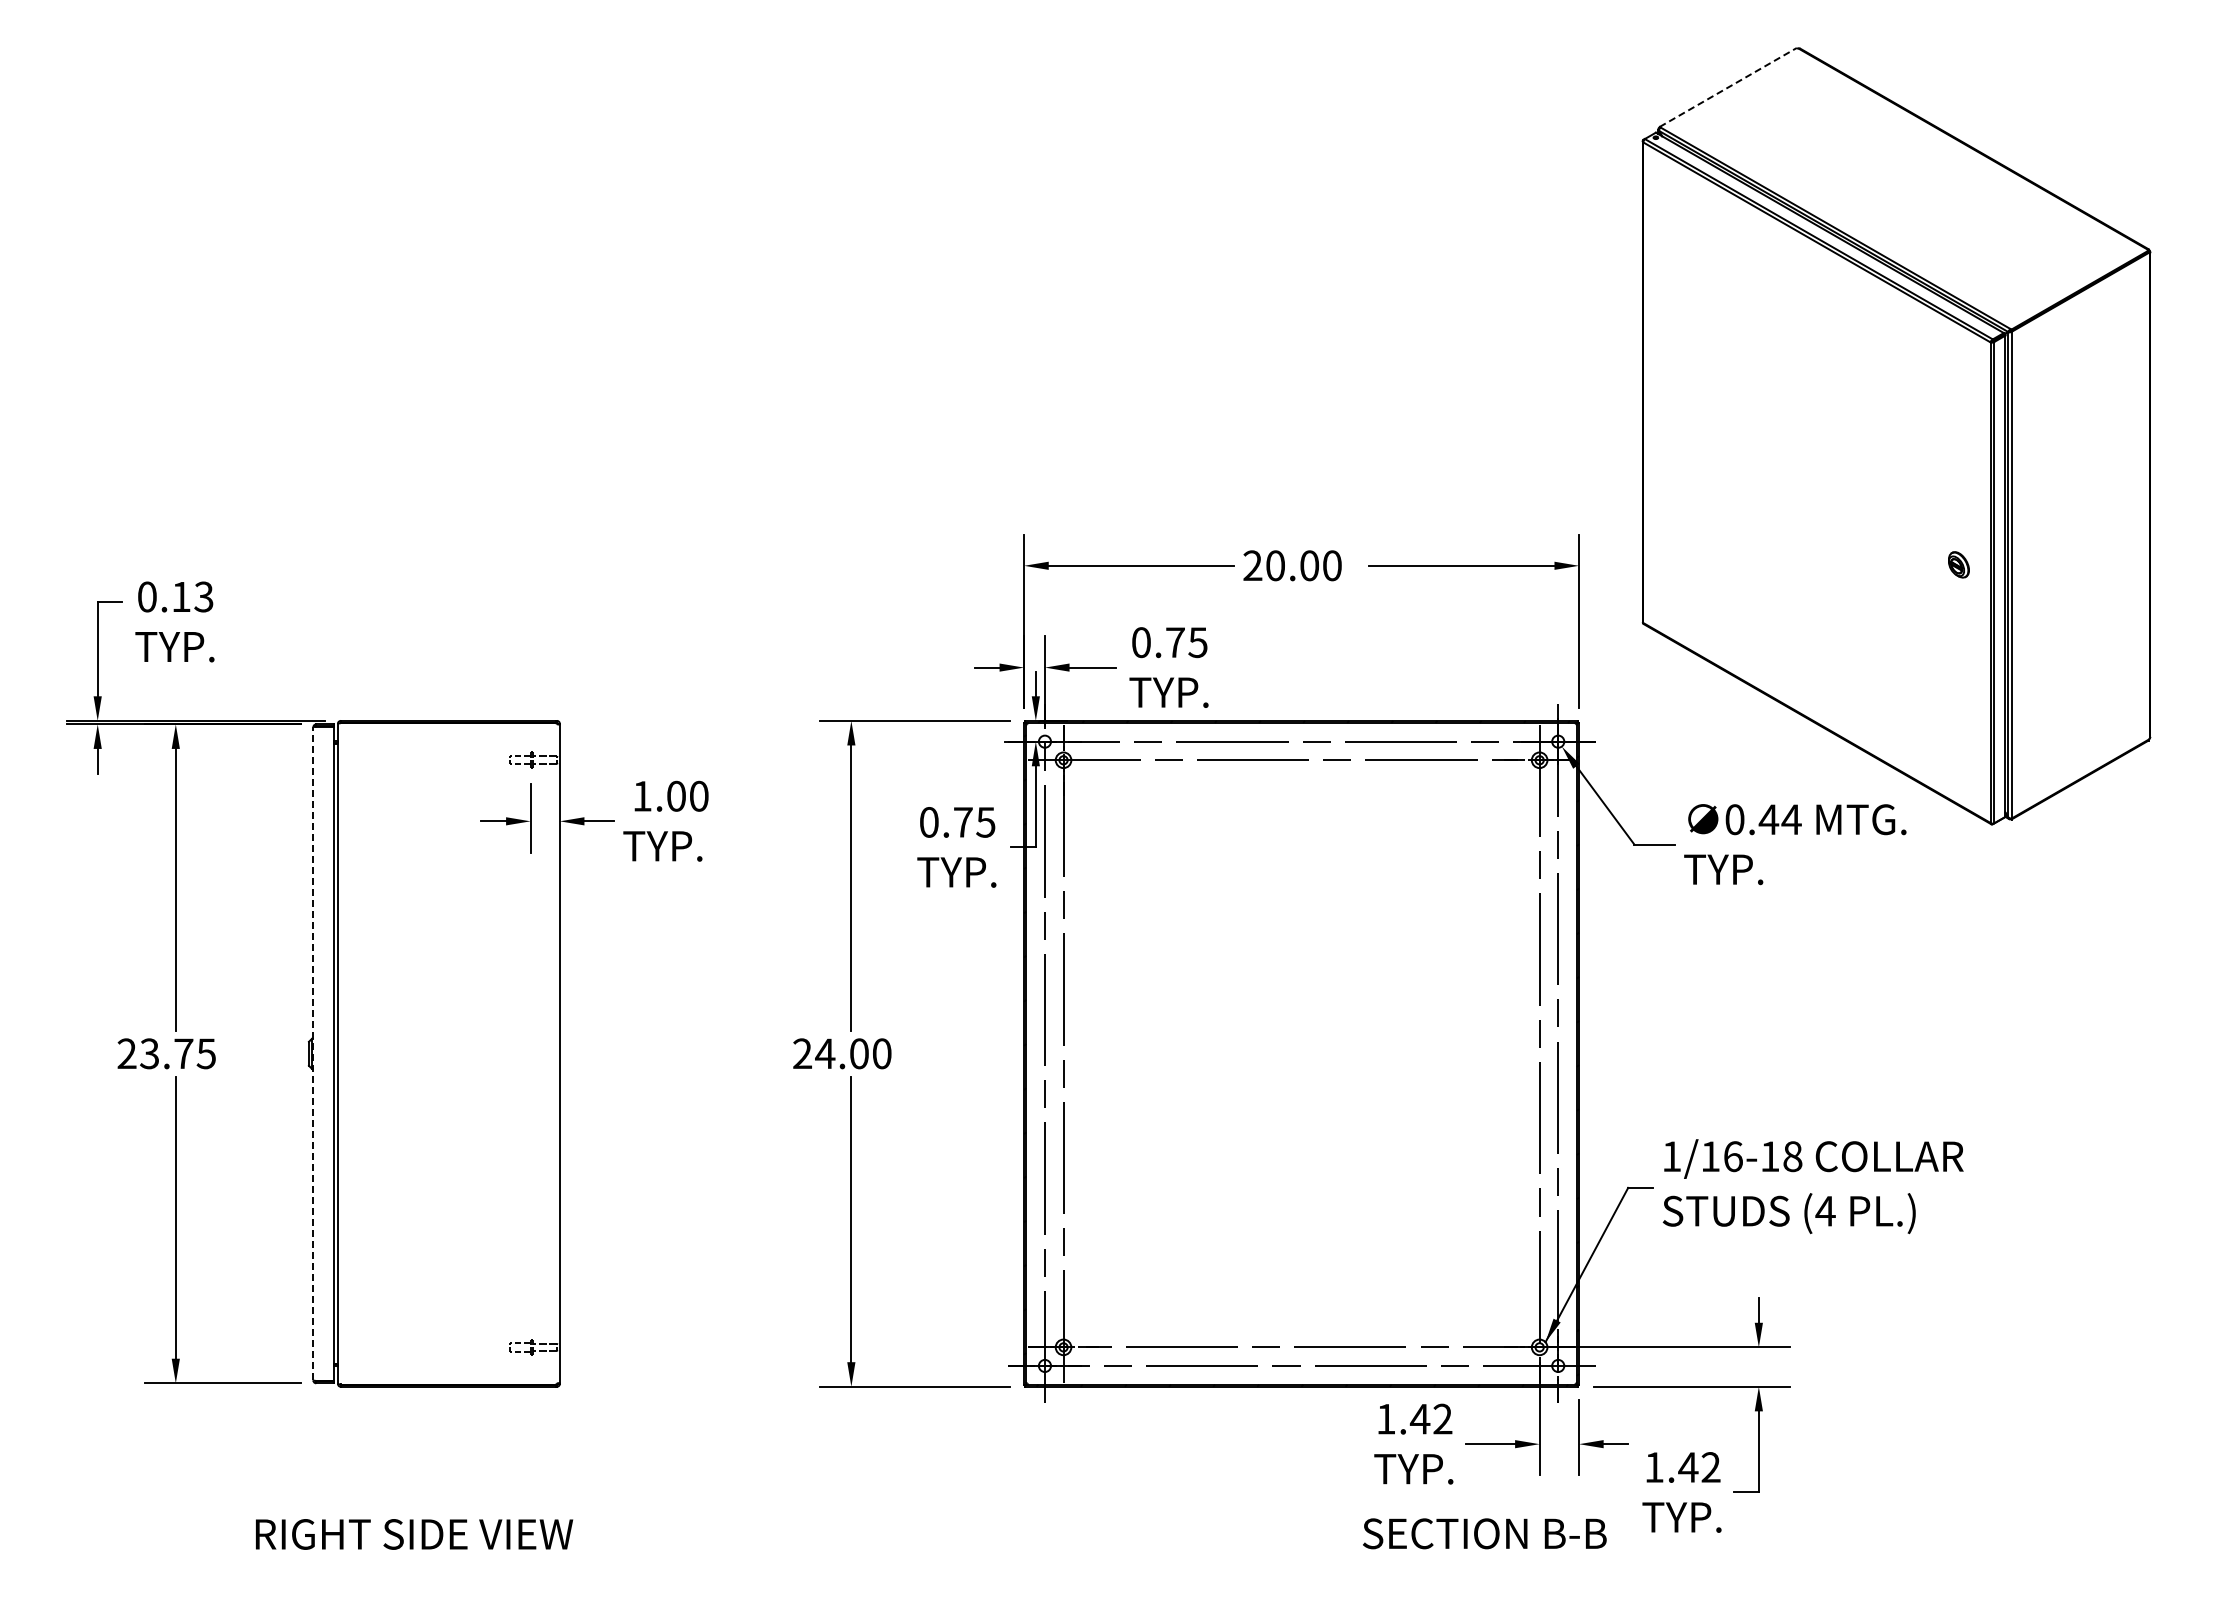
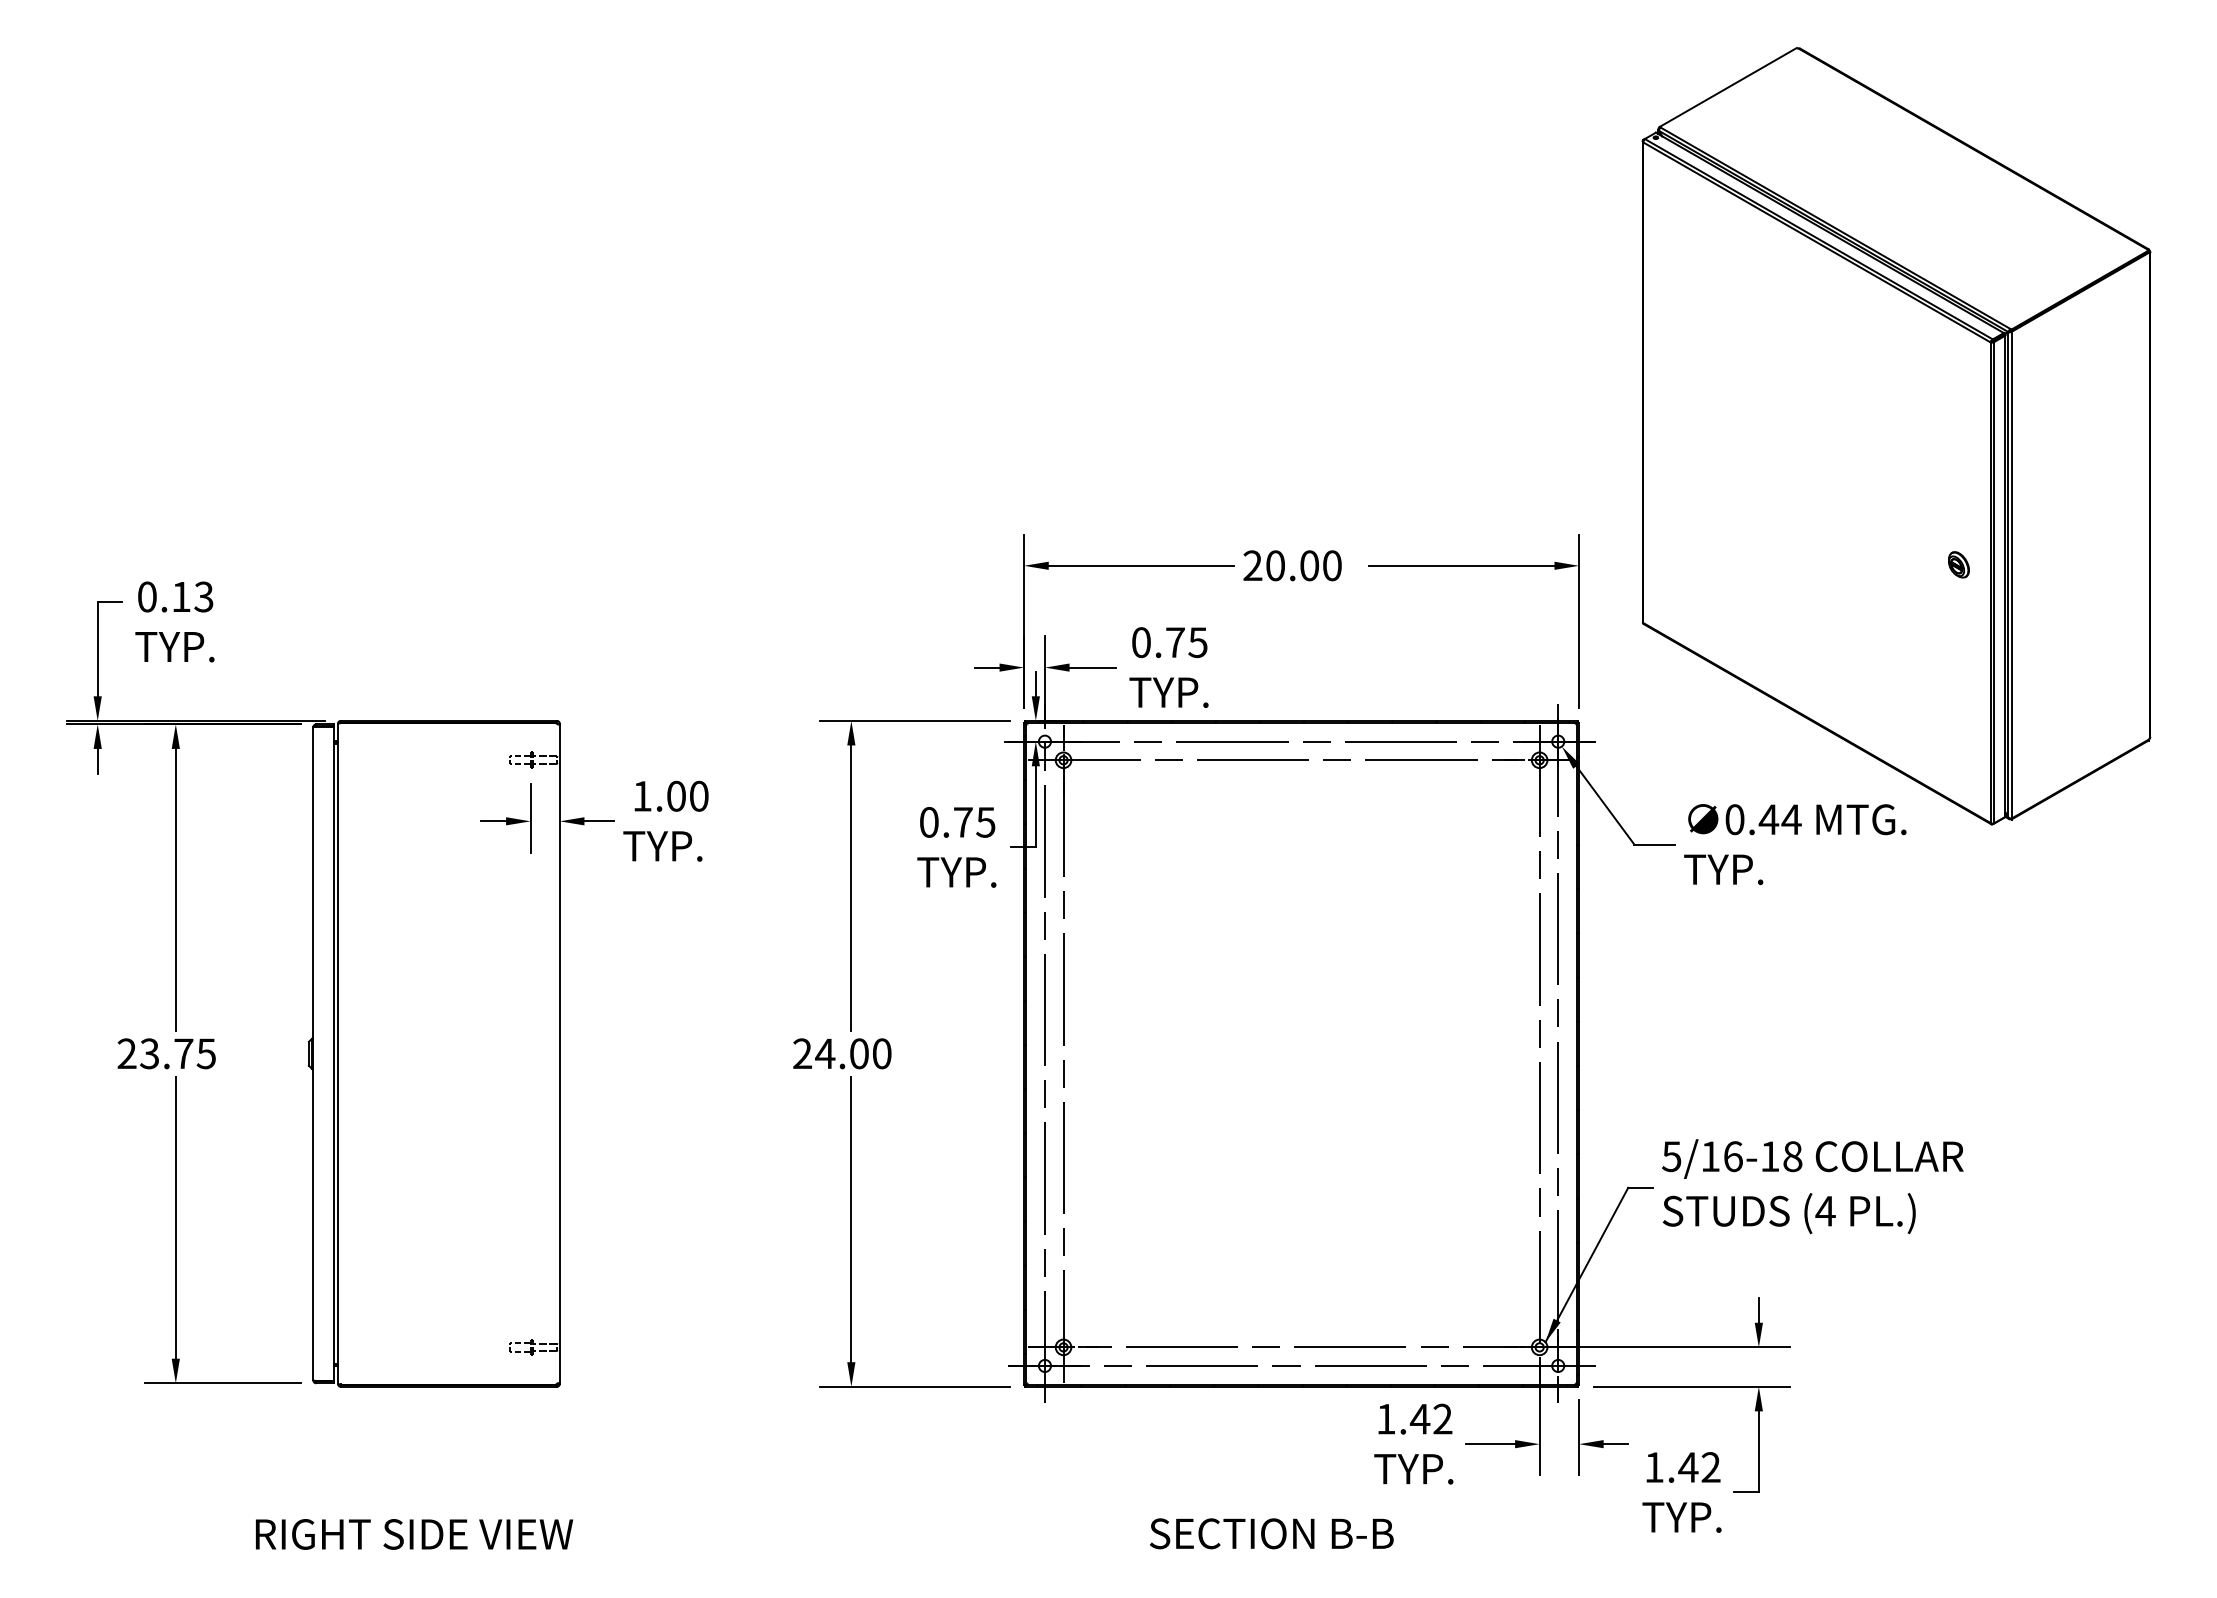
line at (1728, 87): dashed -> solid
line at (313, 1053): dashed -> solid
text at (1671, 1156): 1/16-18 -> 5/16-18
text at (1484, 1533) position: (1484, 1533) -> (1271, 1533)
